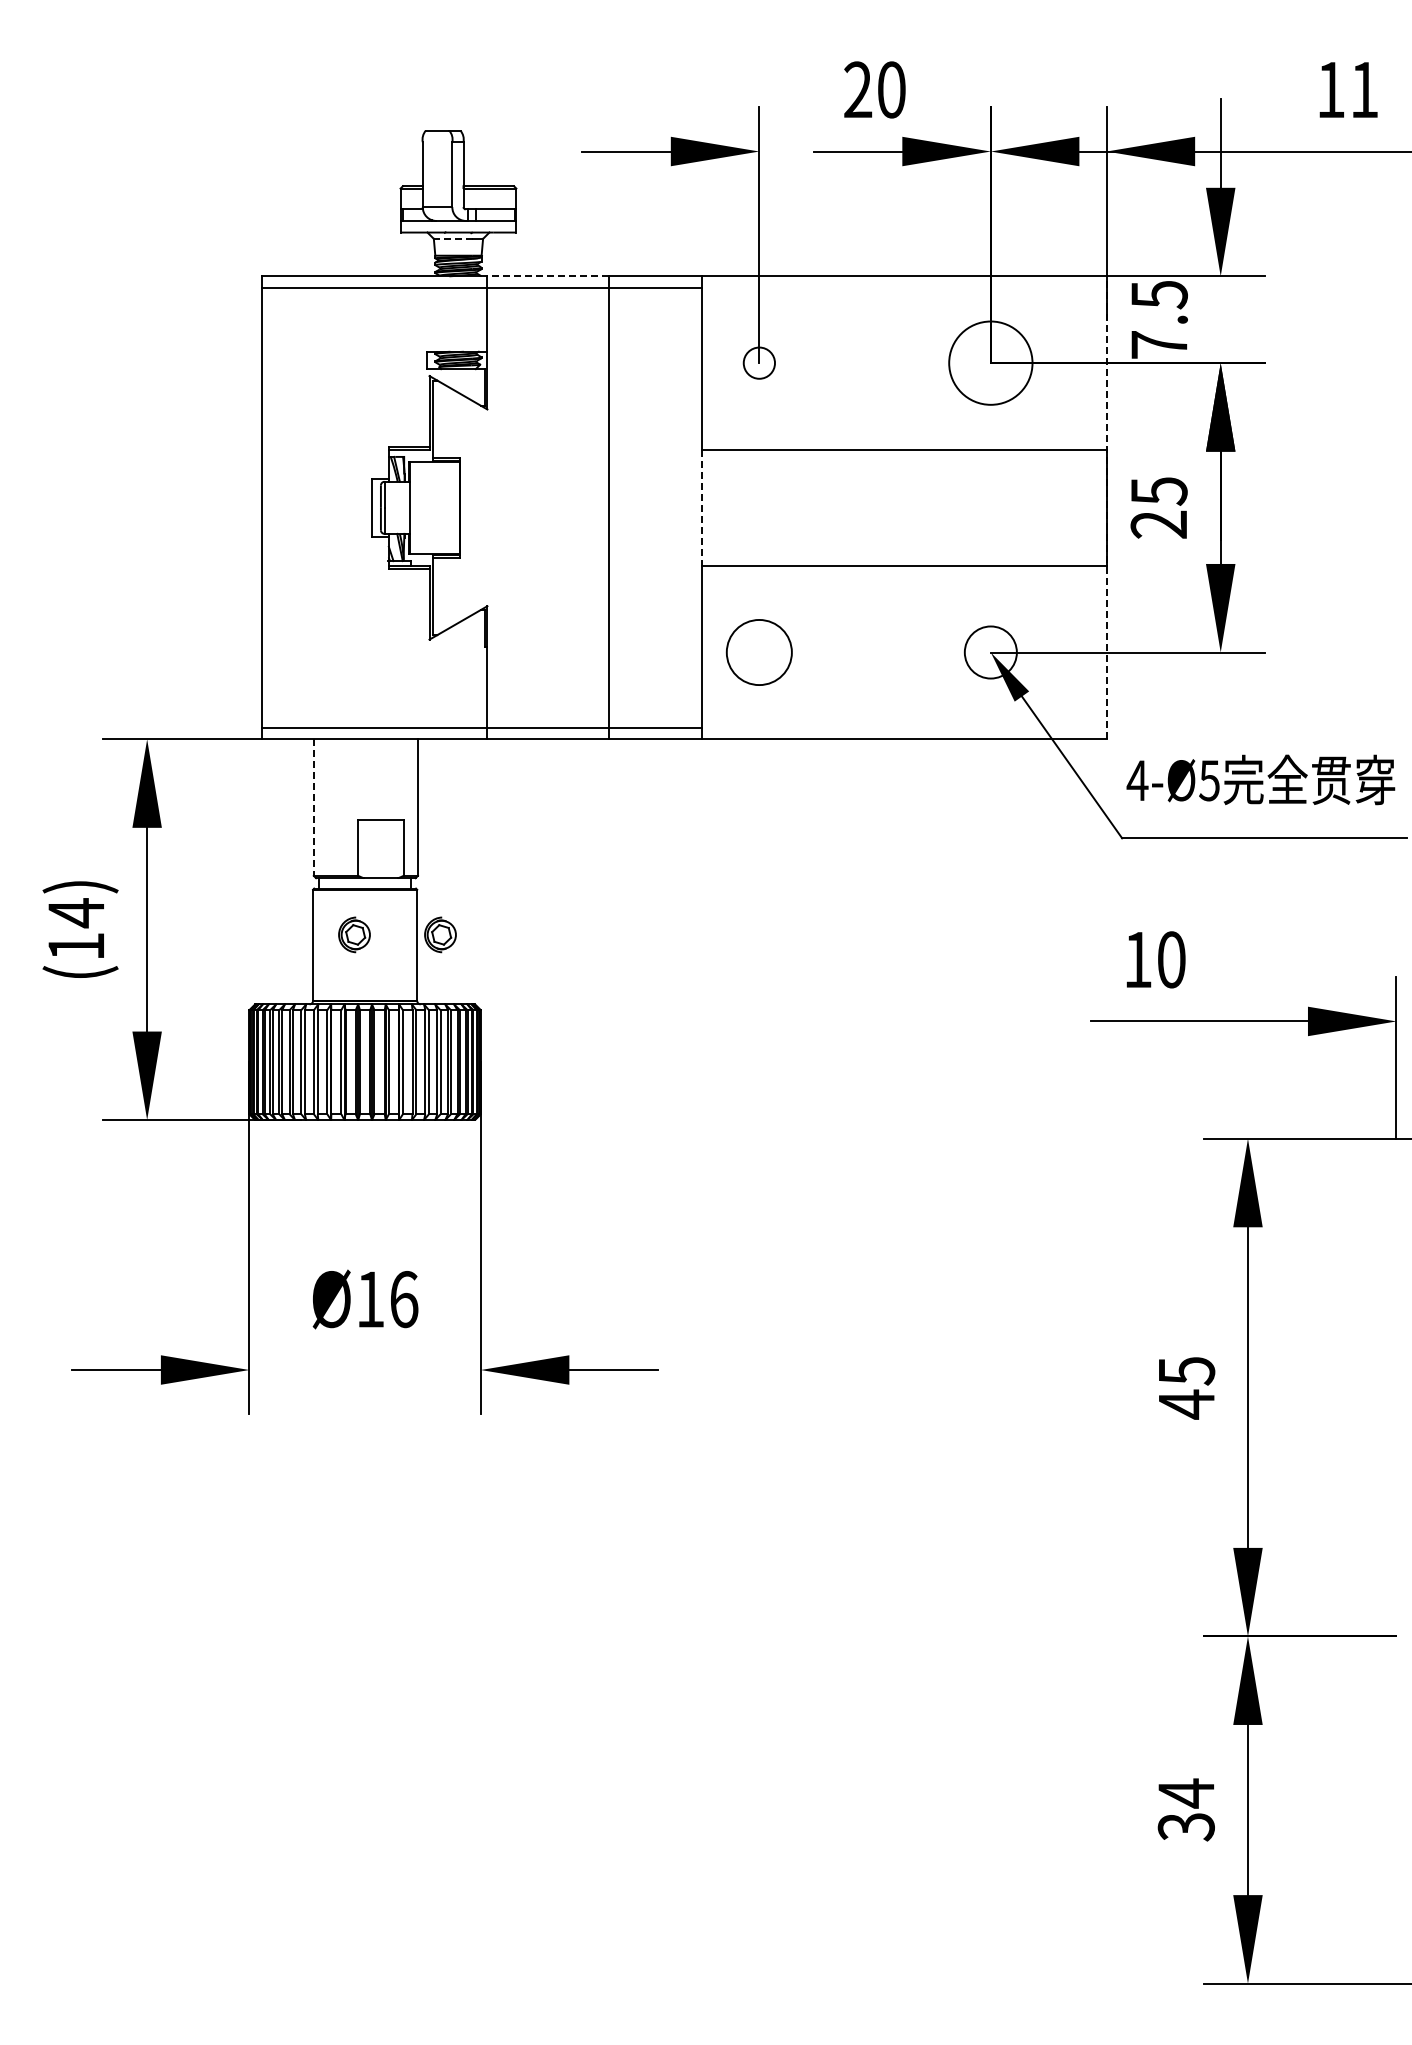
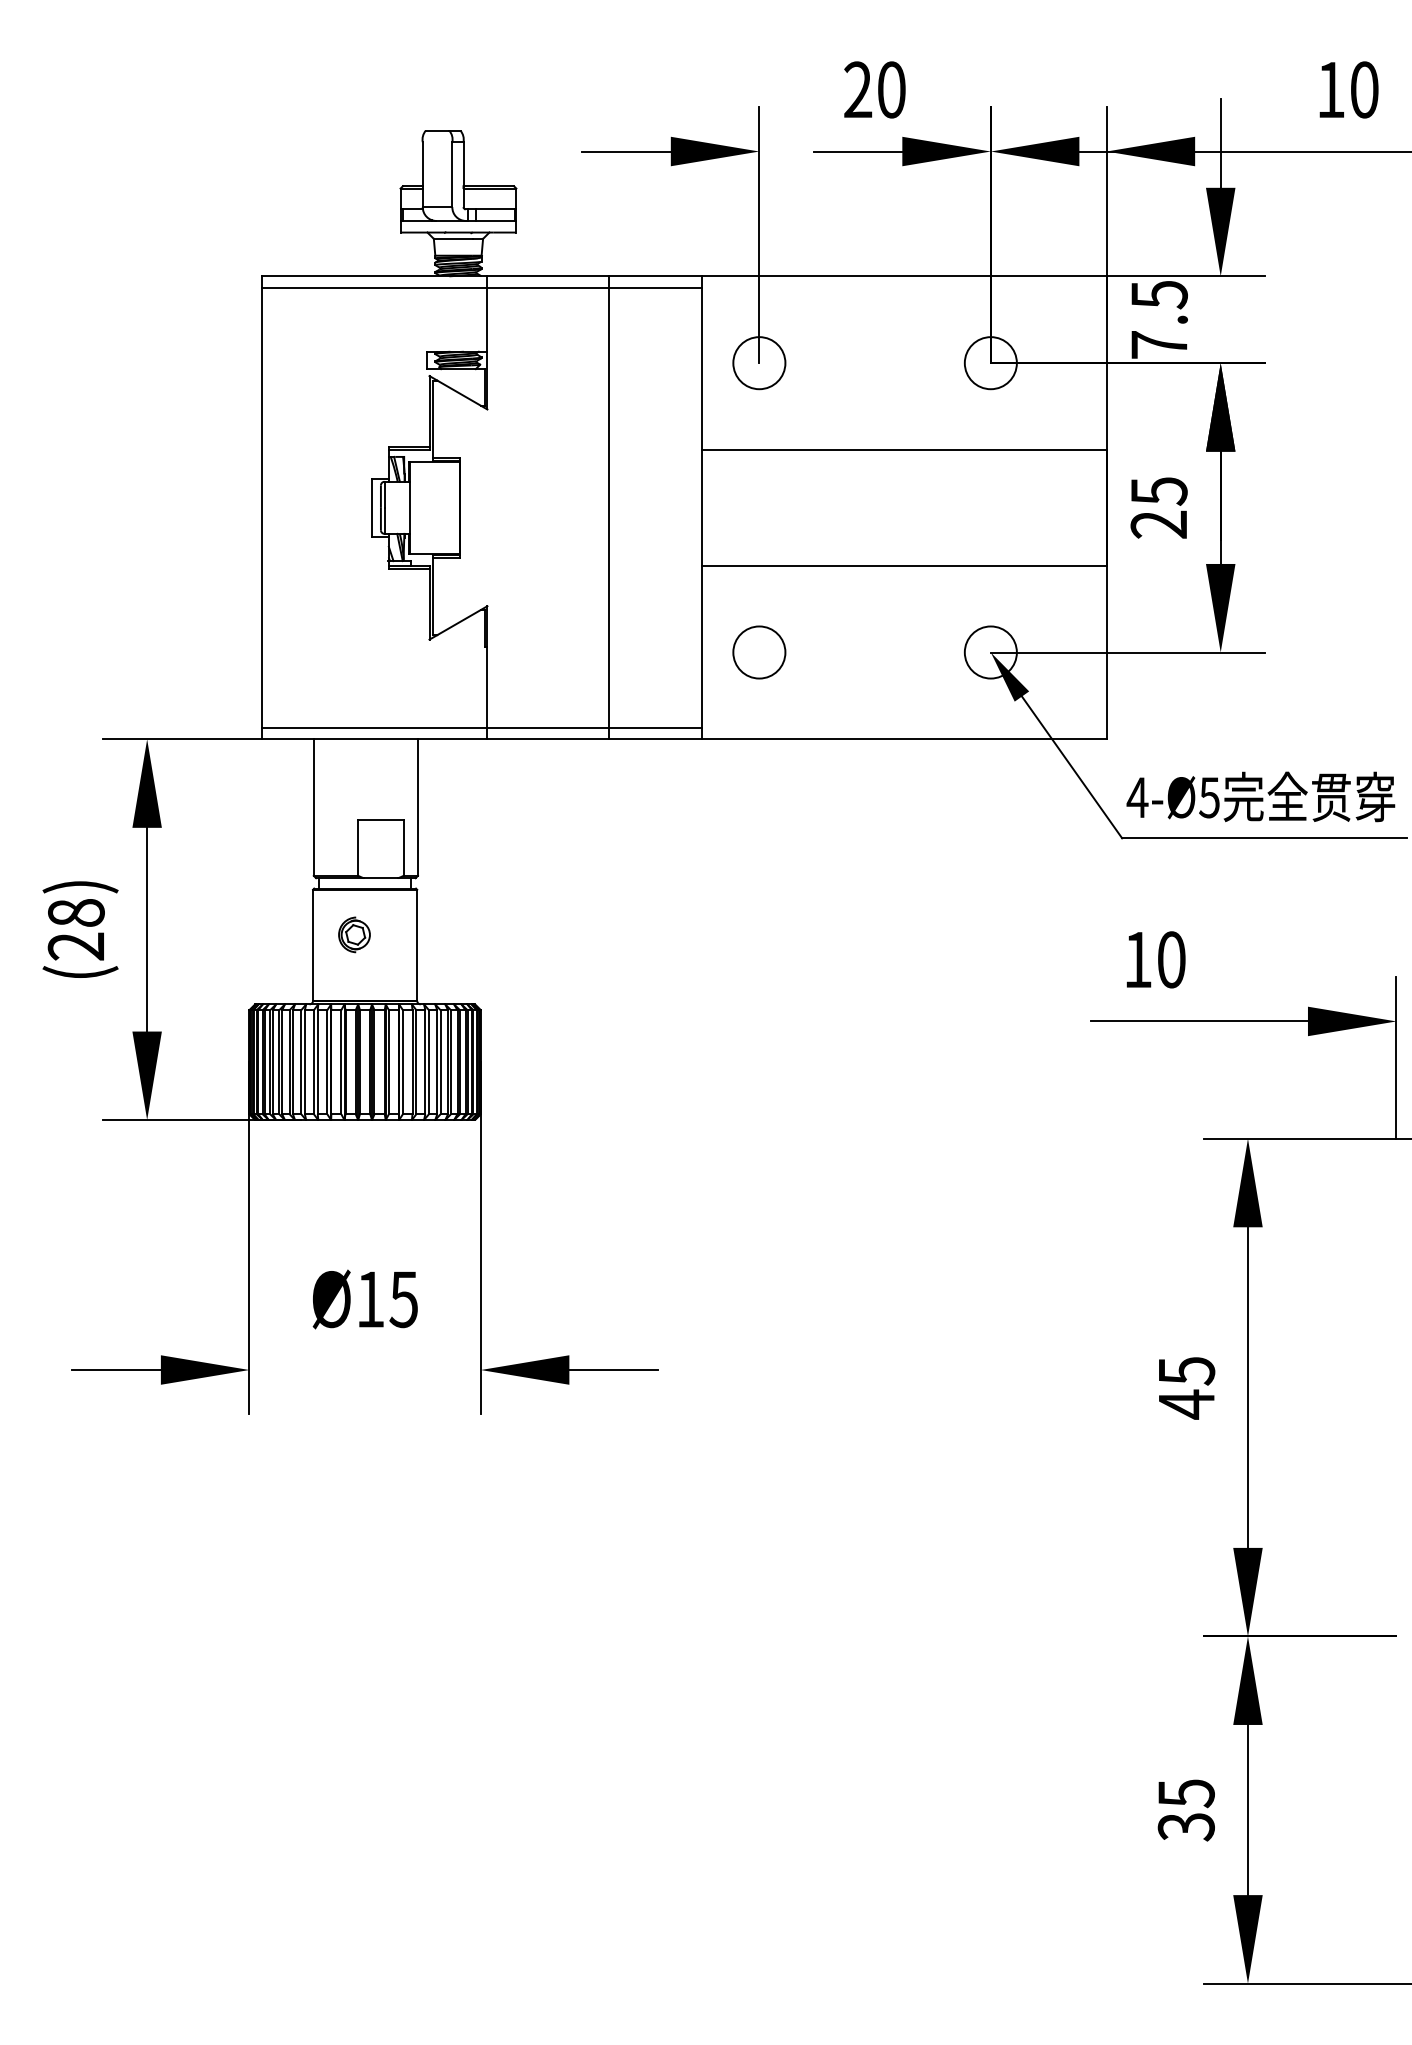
text at (1364, 89): 11 -> 10
line at (453, 238): dashed -> solid
line at (548, 276): dashed -> solid
circle at (759, 362) diameter: 31 px -> 52 px
circle at (990, 362) diameter: 83 px -> 52 px
line at (701, 507): dashed -> solid
line at (1106, 507): dashed -> solid
circle at (758, 652) size: 68x67 px -> 55x55 px
text at (1260, 779) position: (1260, 779) -> (1260, 796)
line at (313, 808): dashed -> solid
text at (75, 929): (14) -> (28)
part at (440, 934): present -> none
text at (403, 1299): Ø16 -> Ø15
text at (1186, 1793): 34 -> 35
